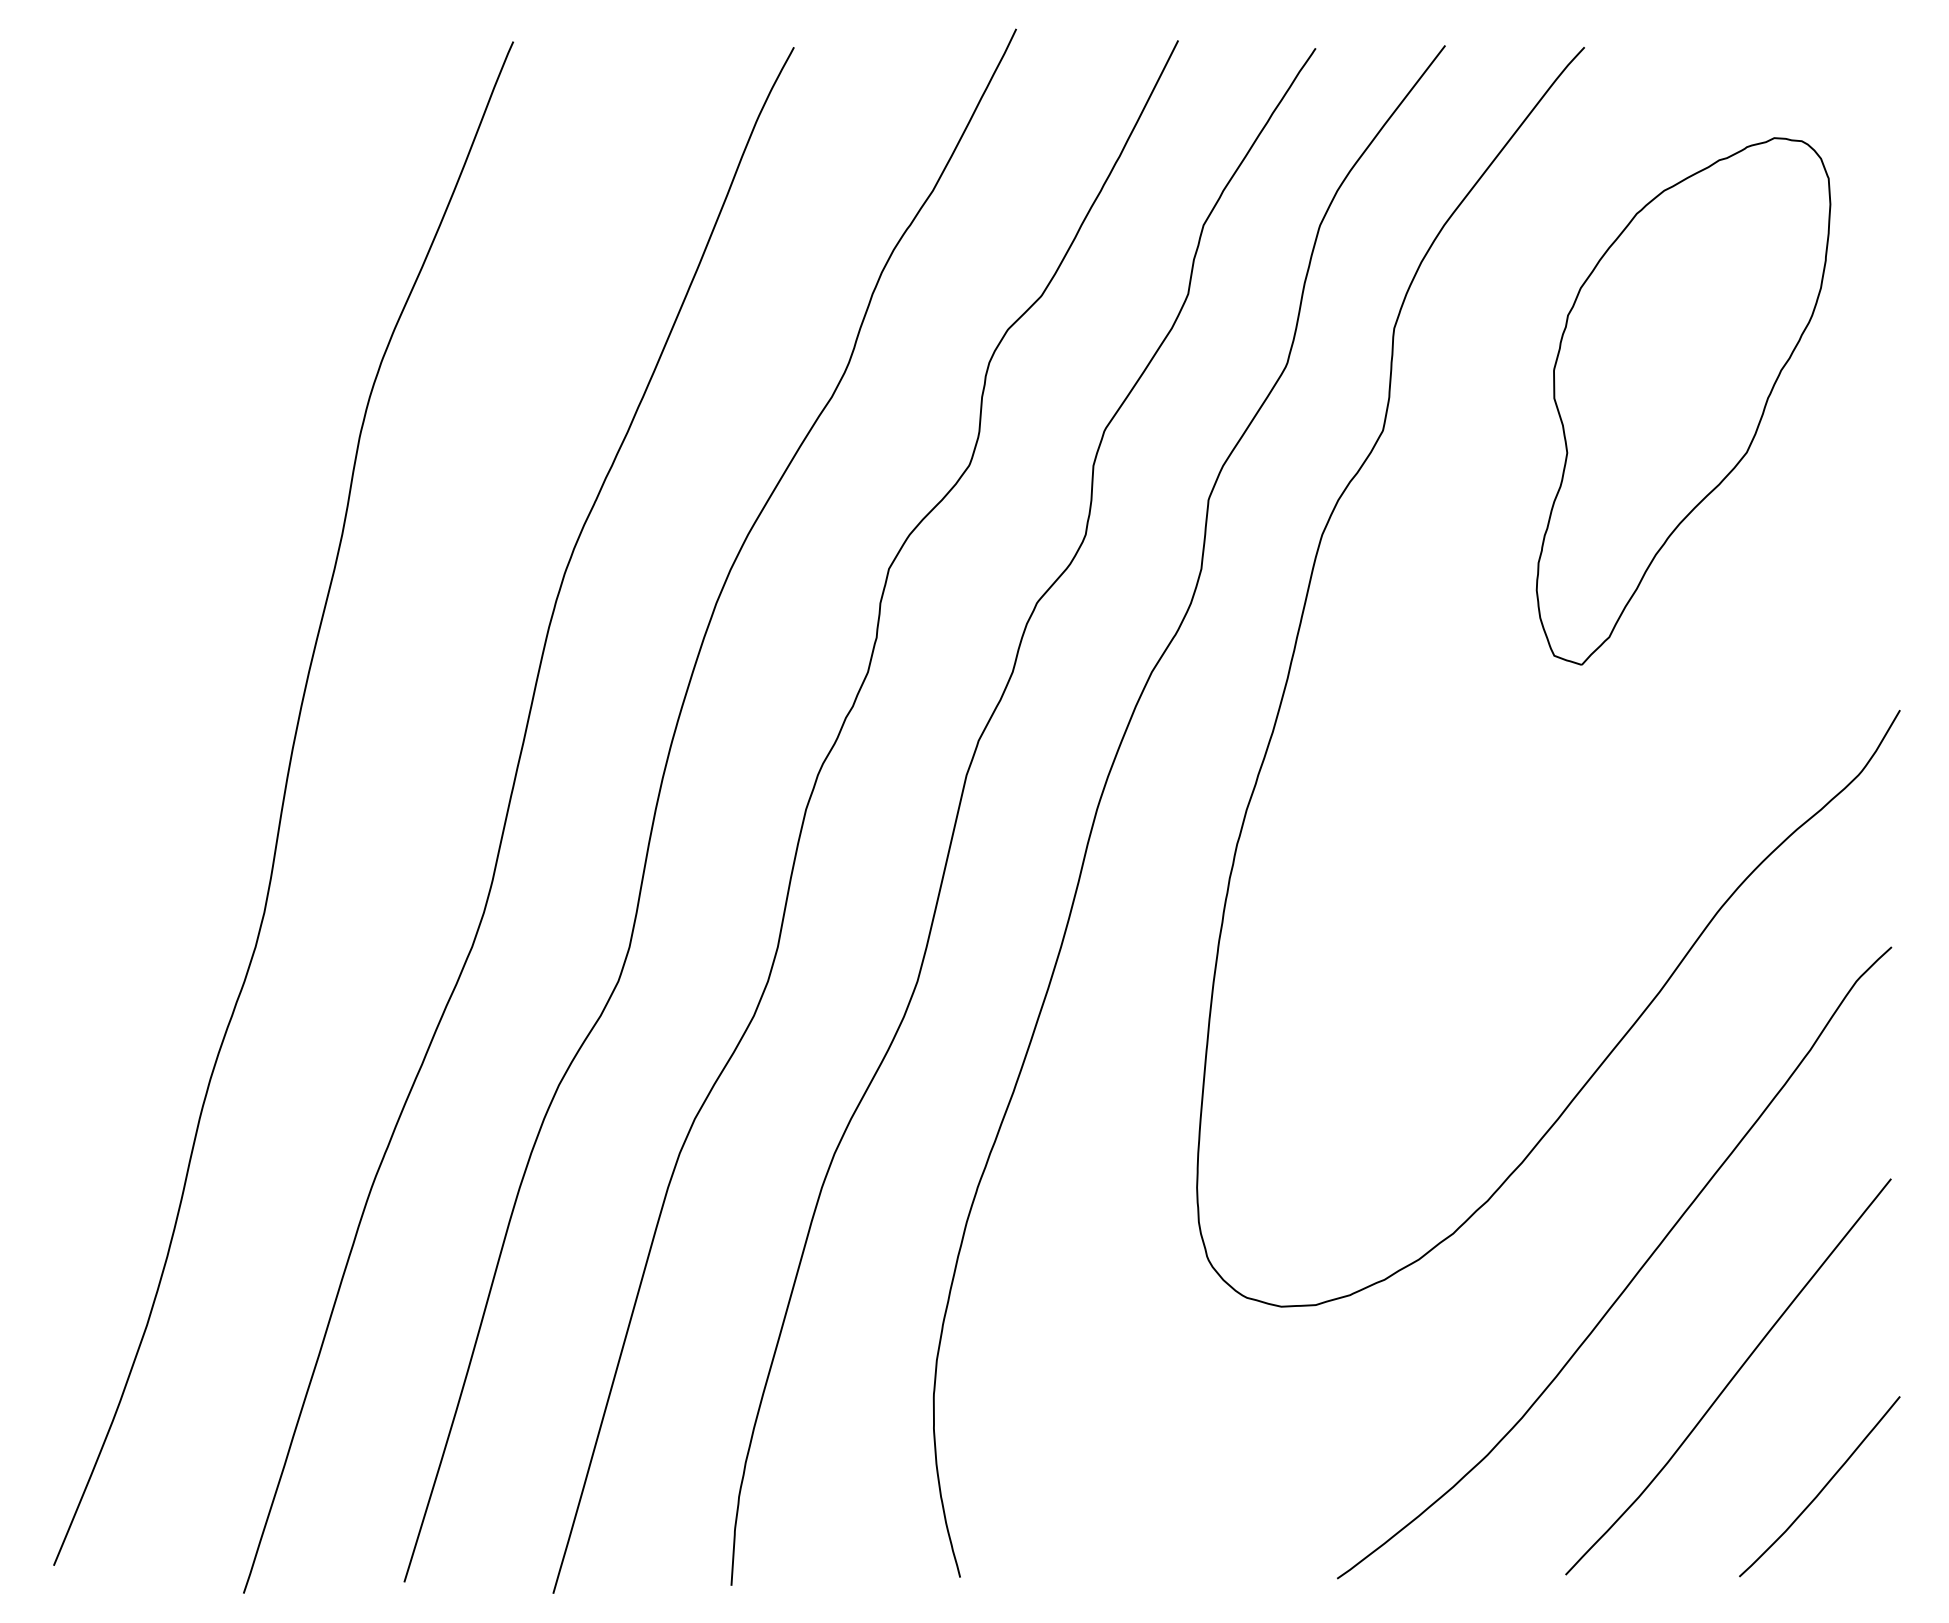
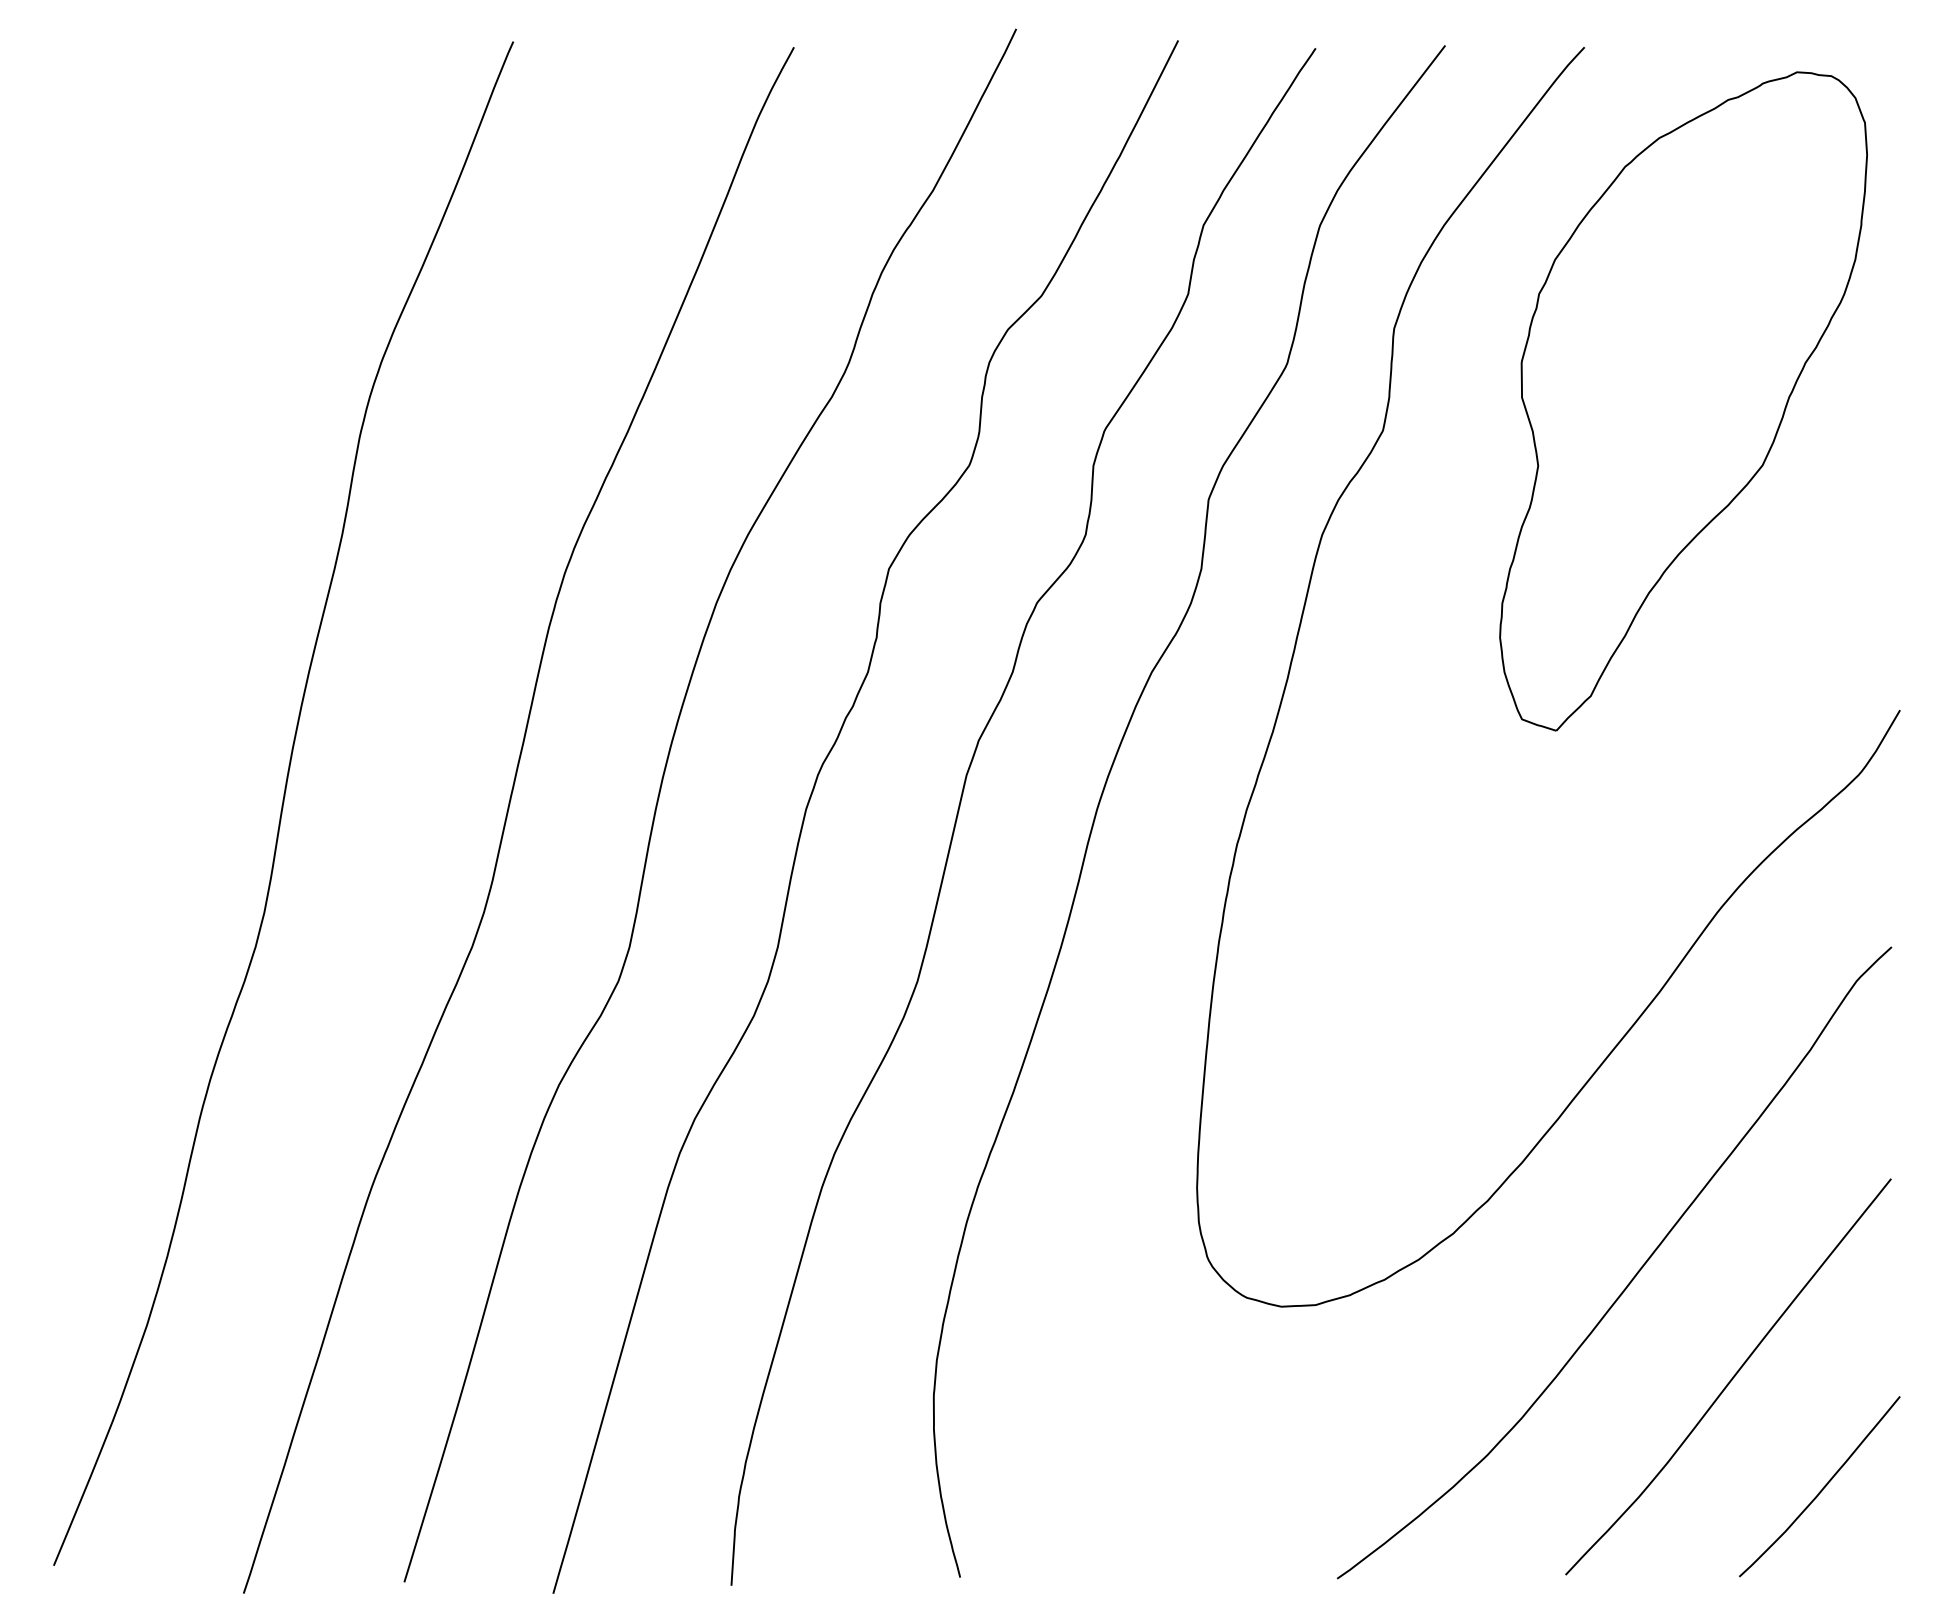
part at (1683, 401) size: 297x529 px -> 369x661 px
